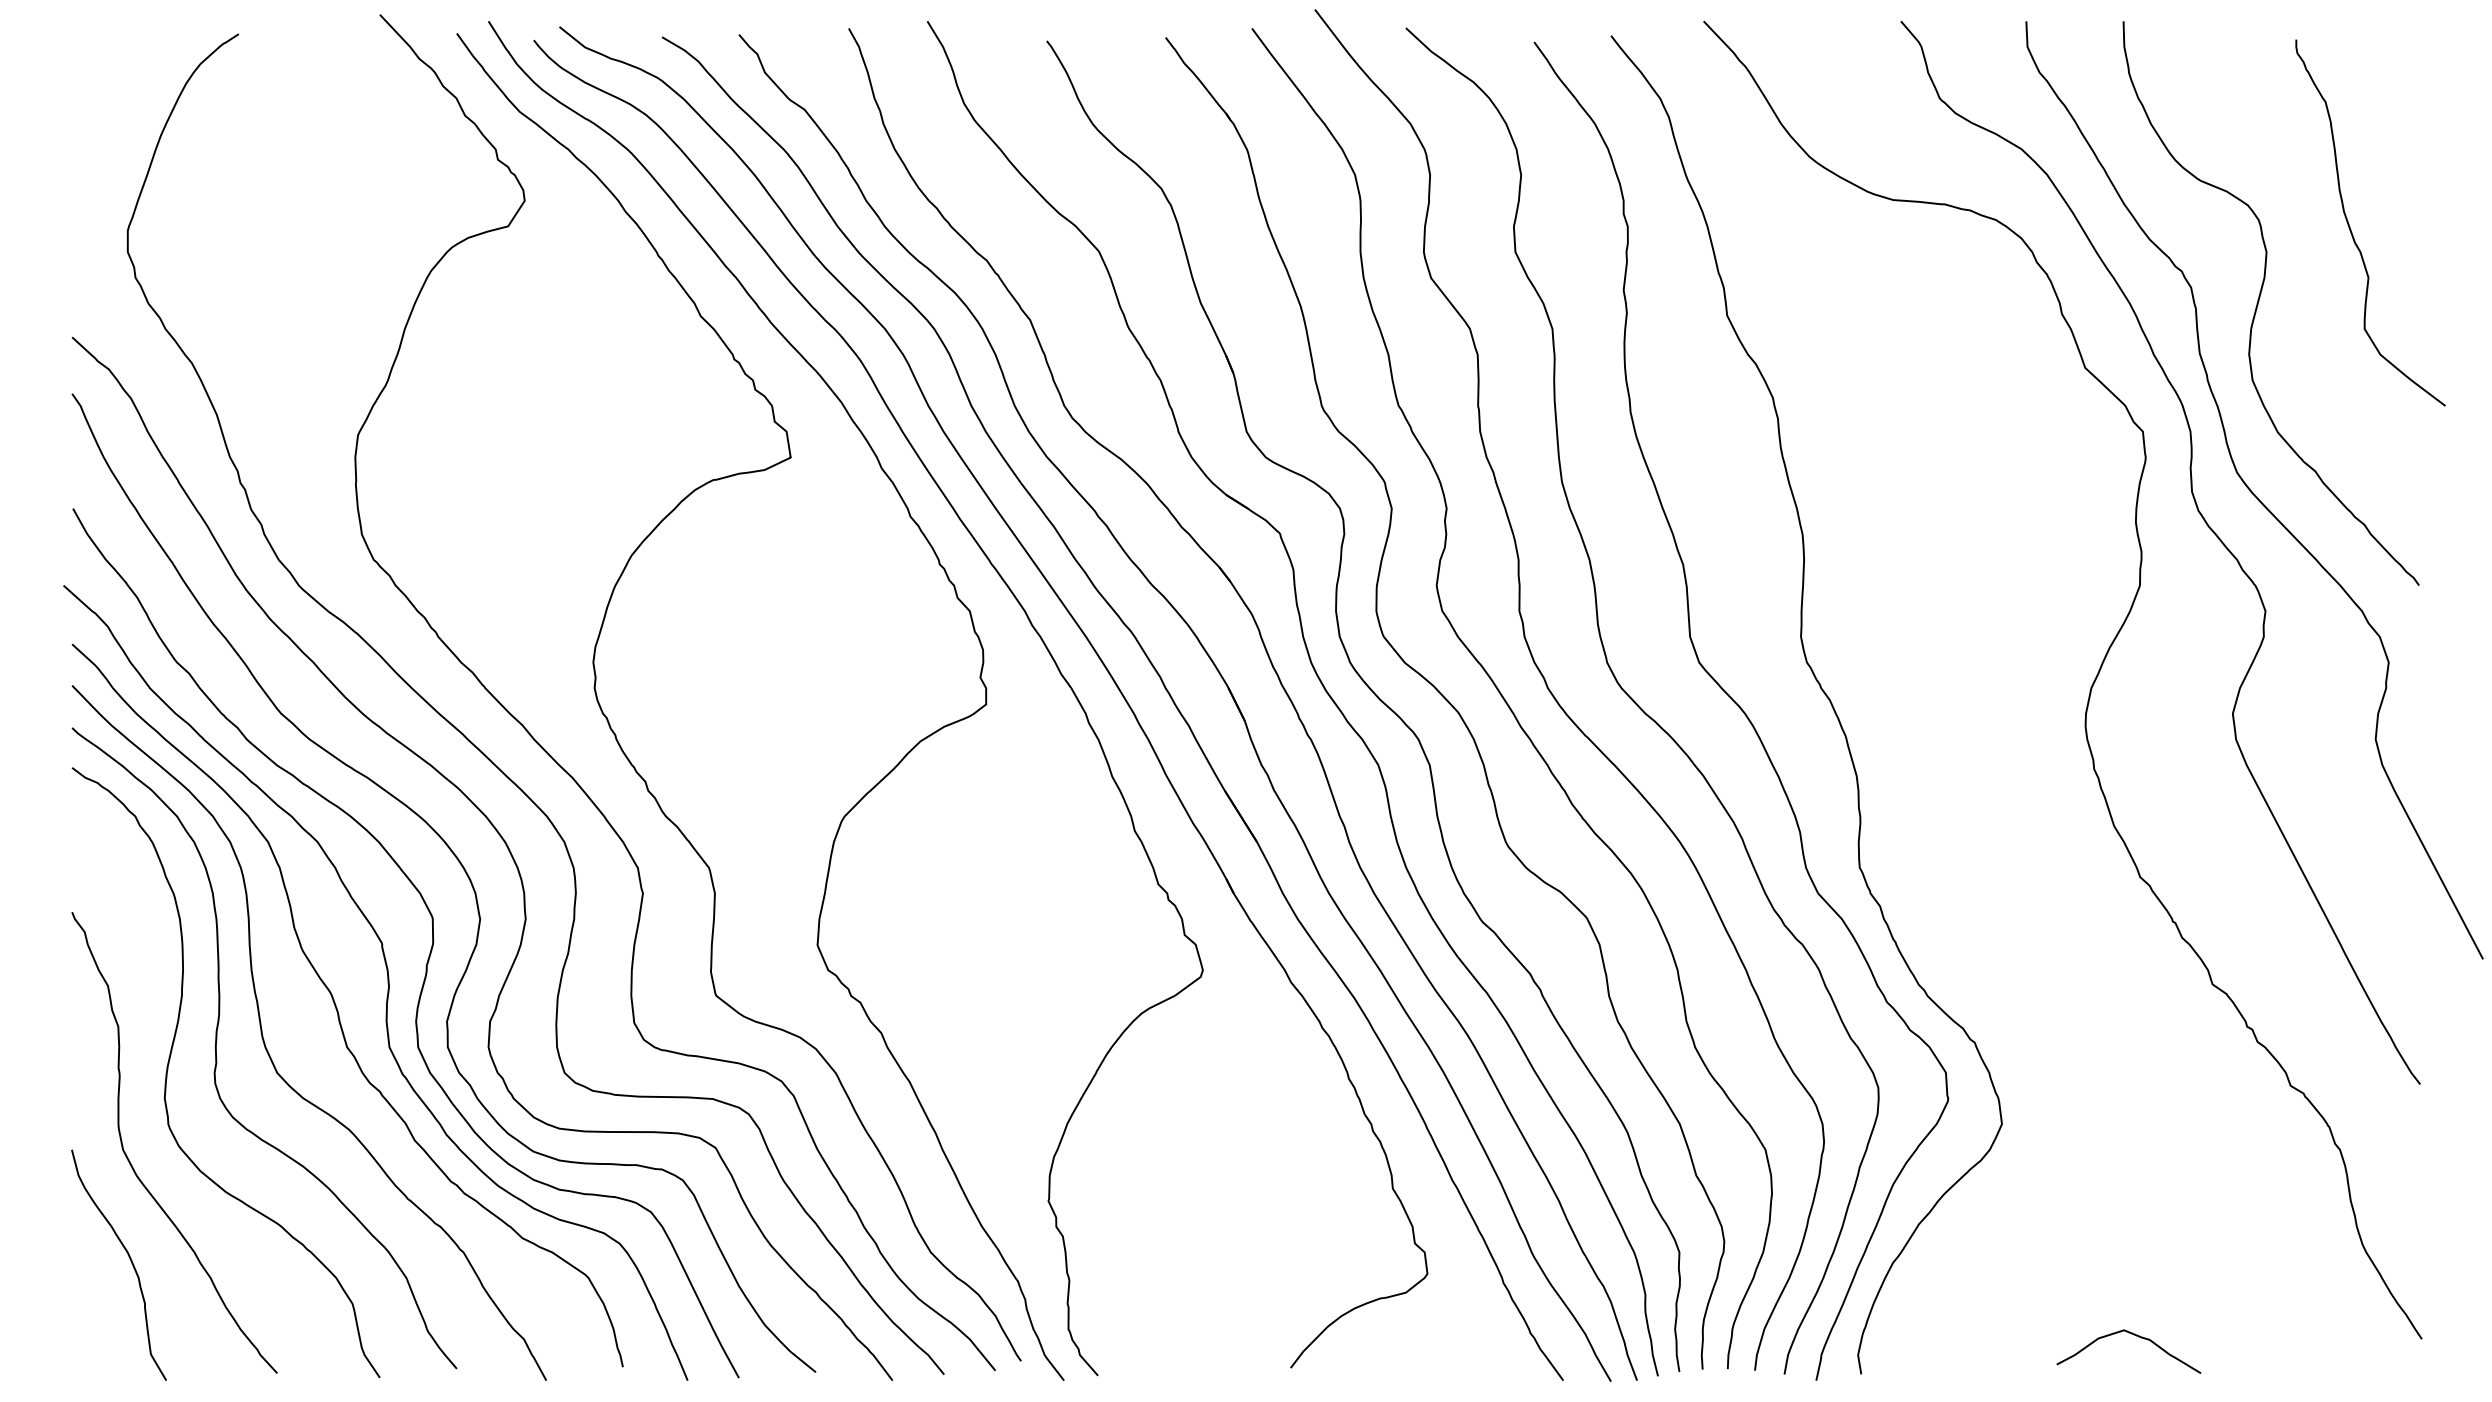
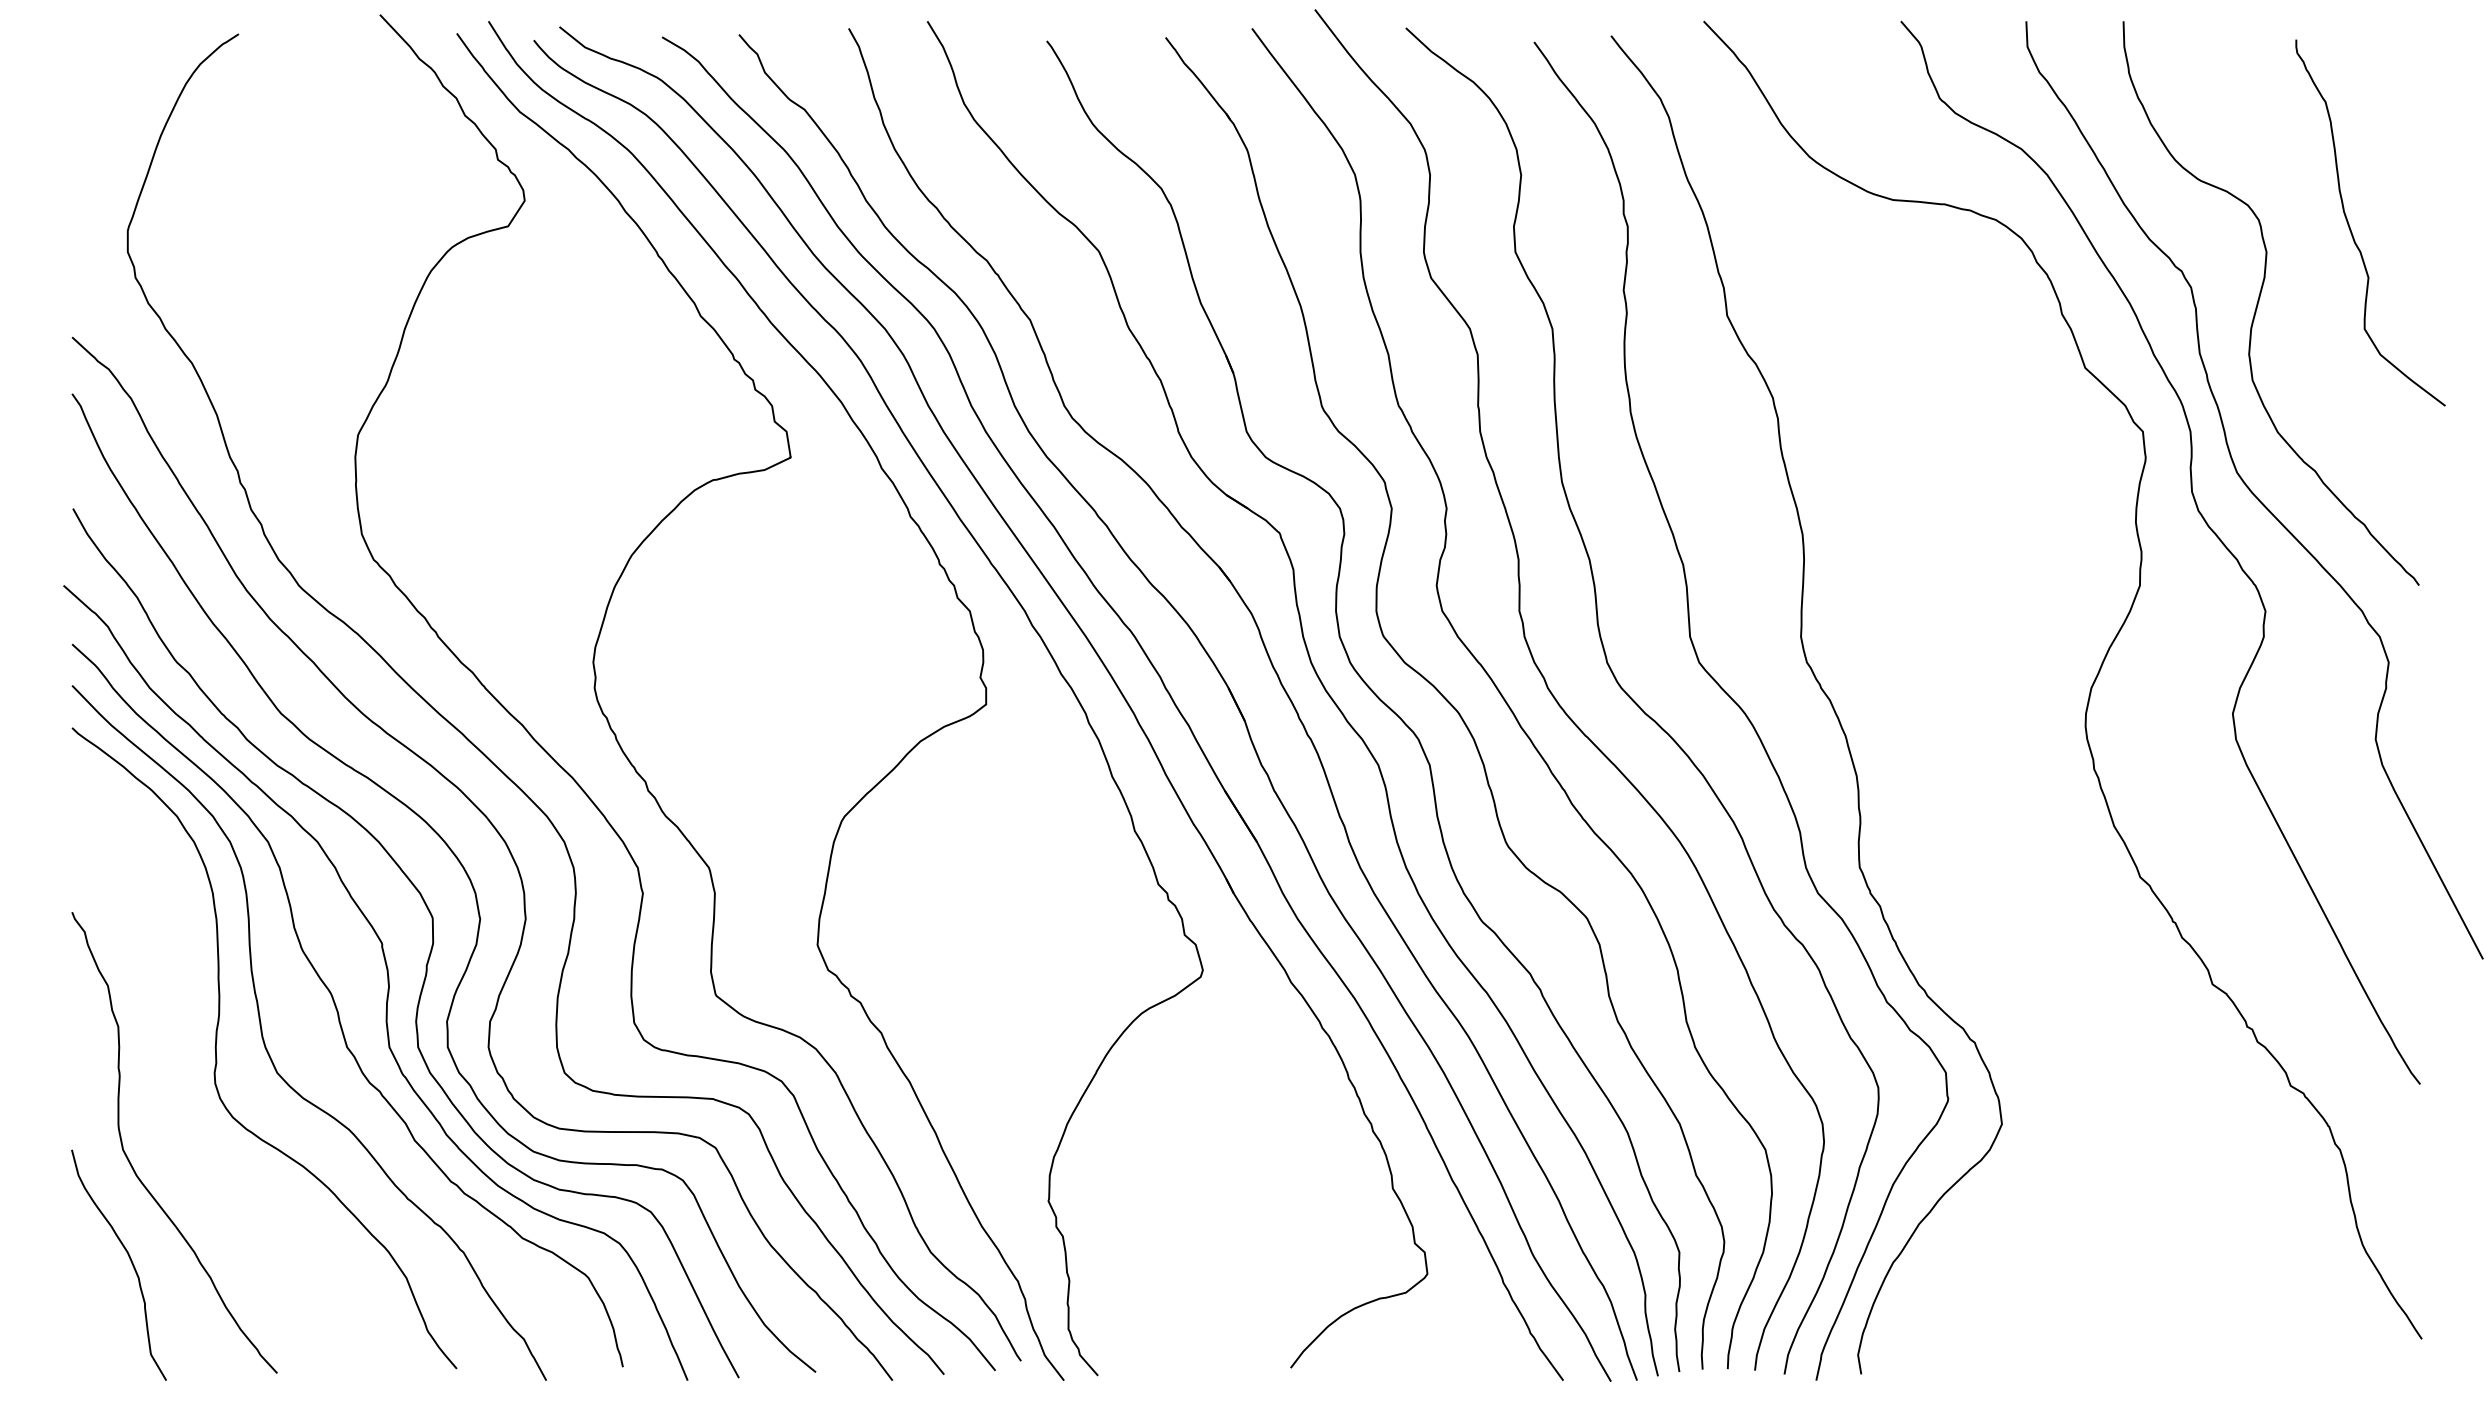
curve at (170, 1059): present -> none
curve at (2133, 1335): present -> none
